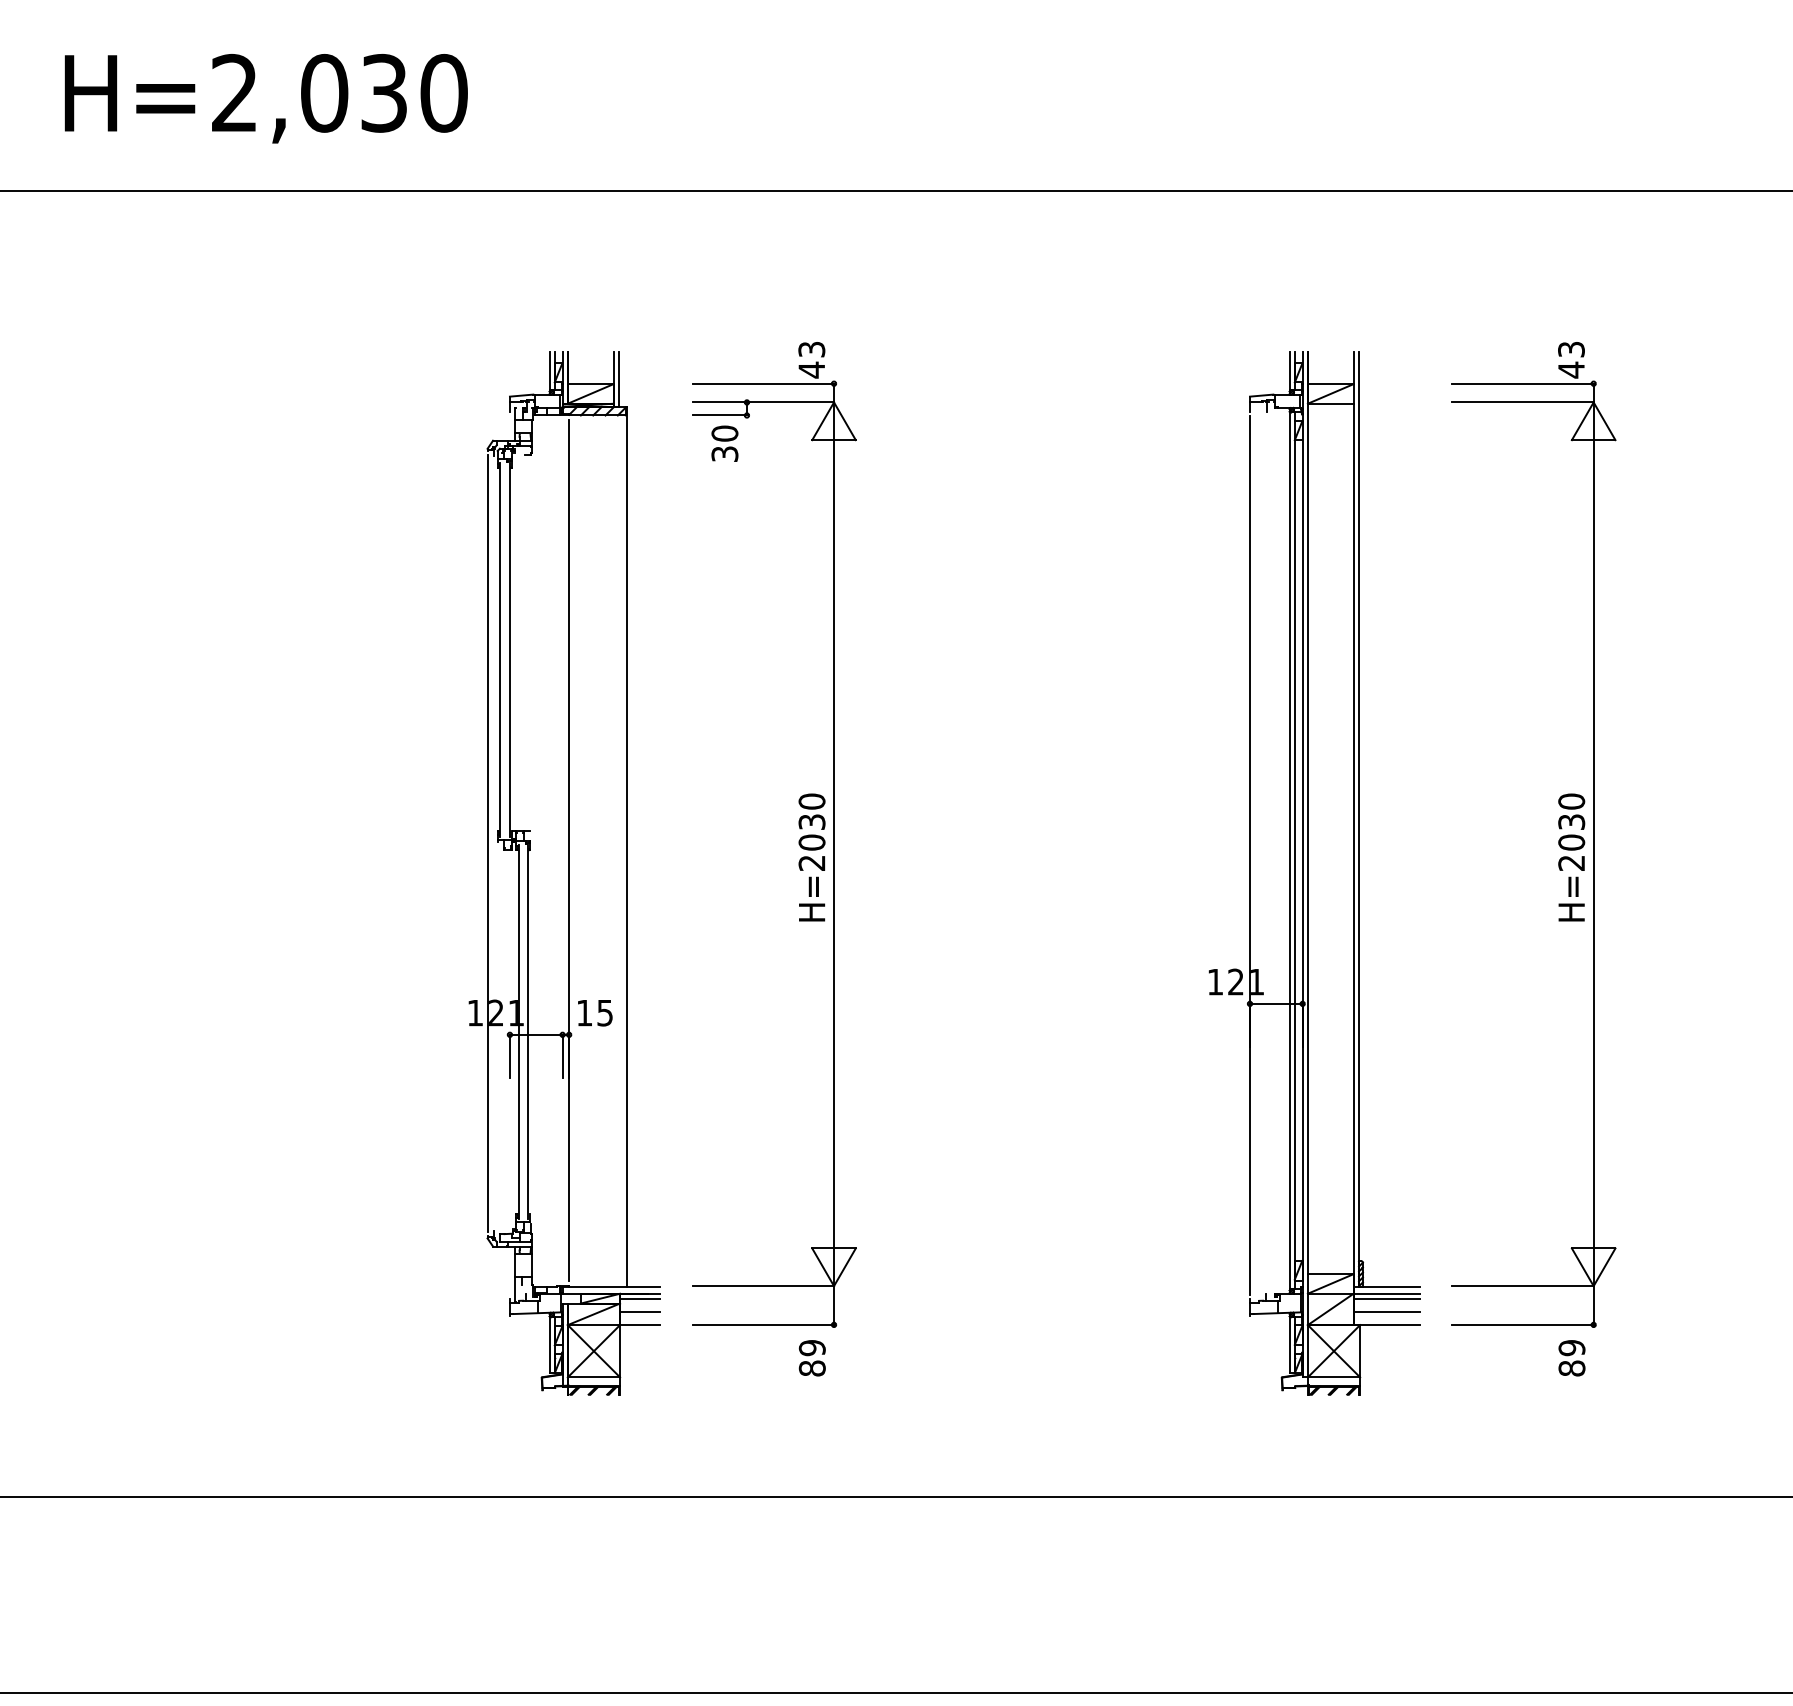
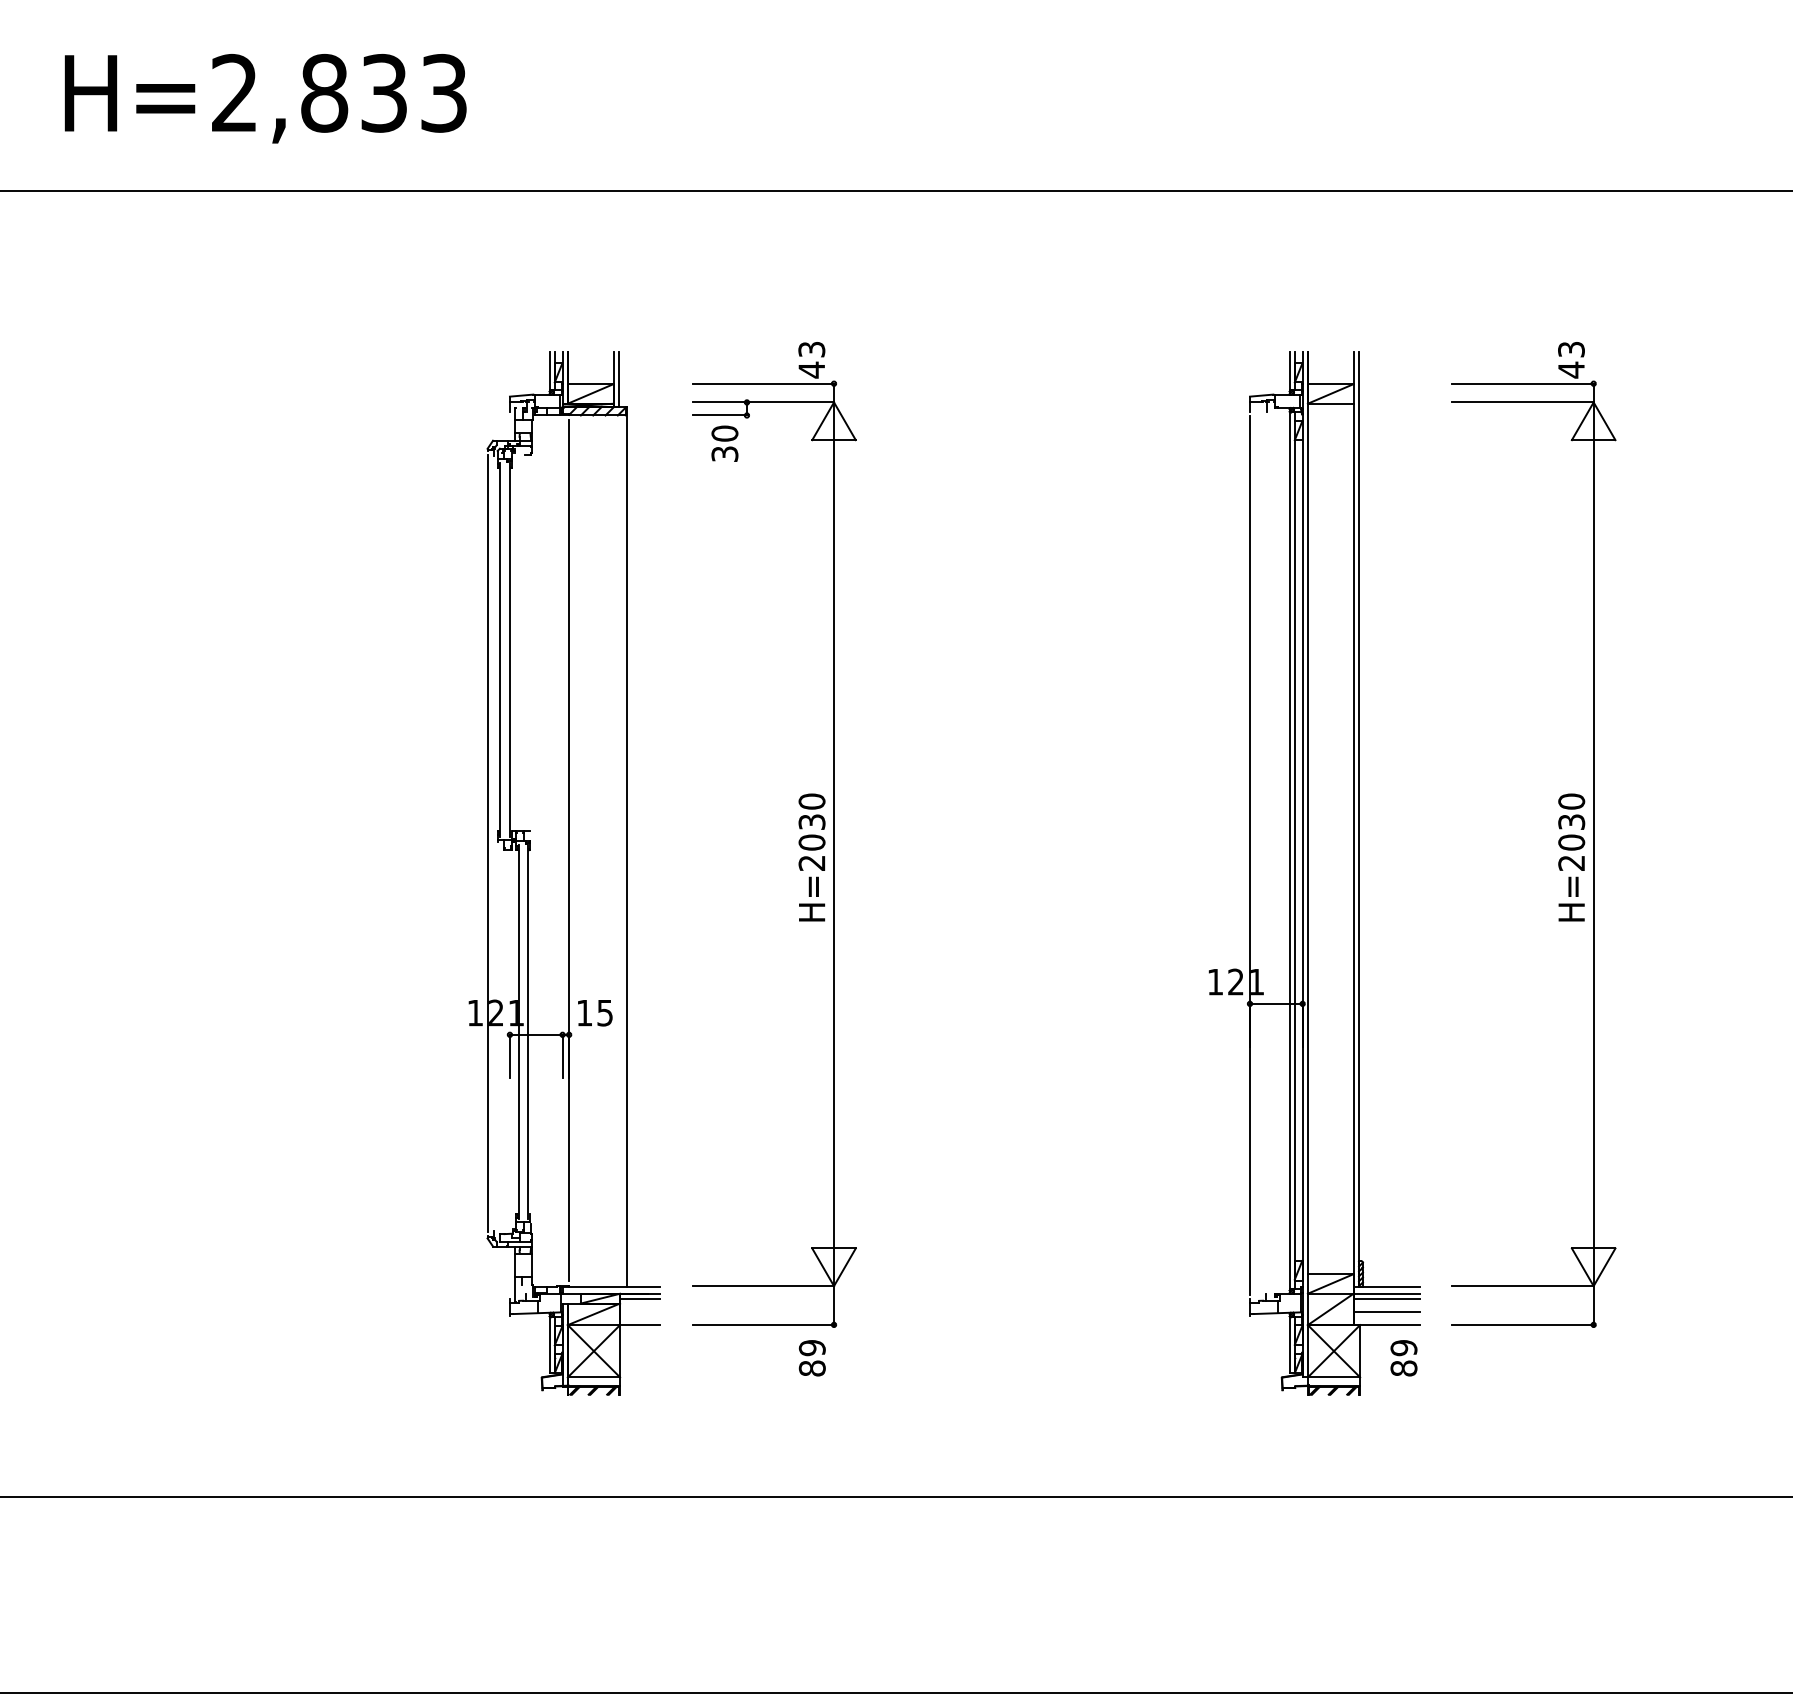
text at (384, 93): H=2,030 -> H=2,833
line at (639, 1312): present -> none
text at (1571, 1358) position: (1571, 1358) -> (1403, 1358)
